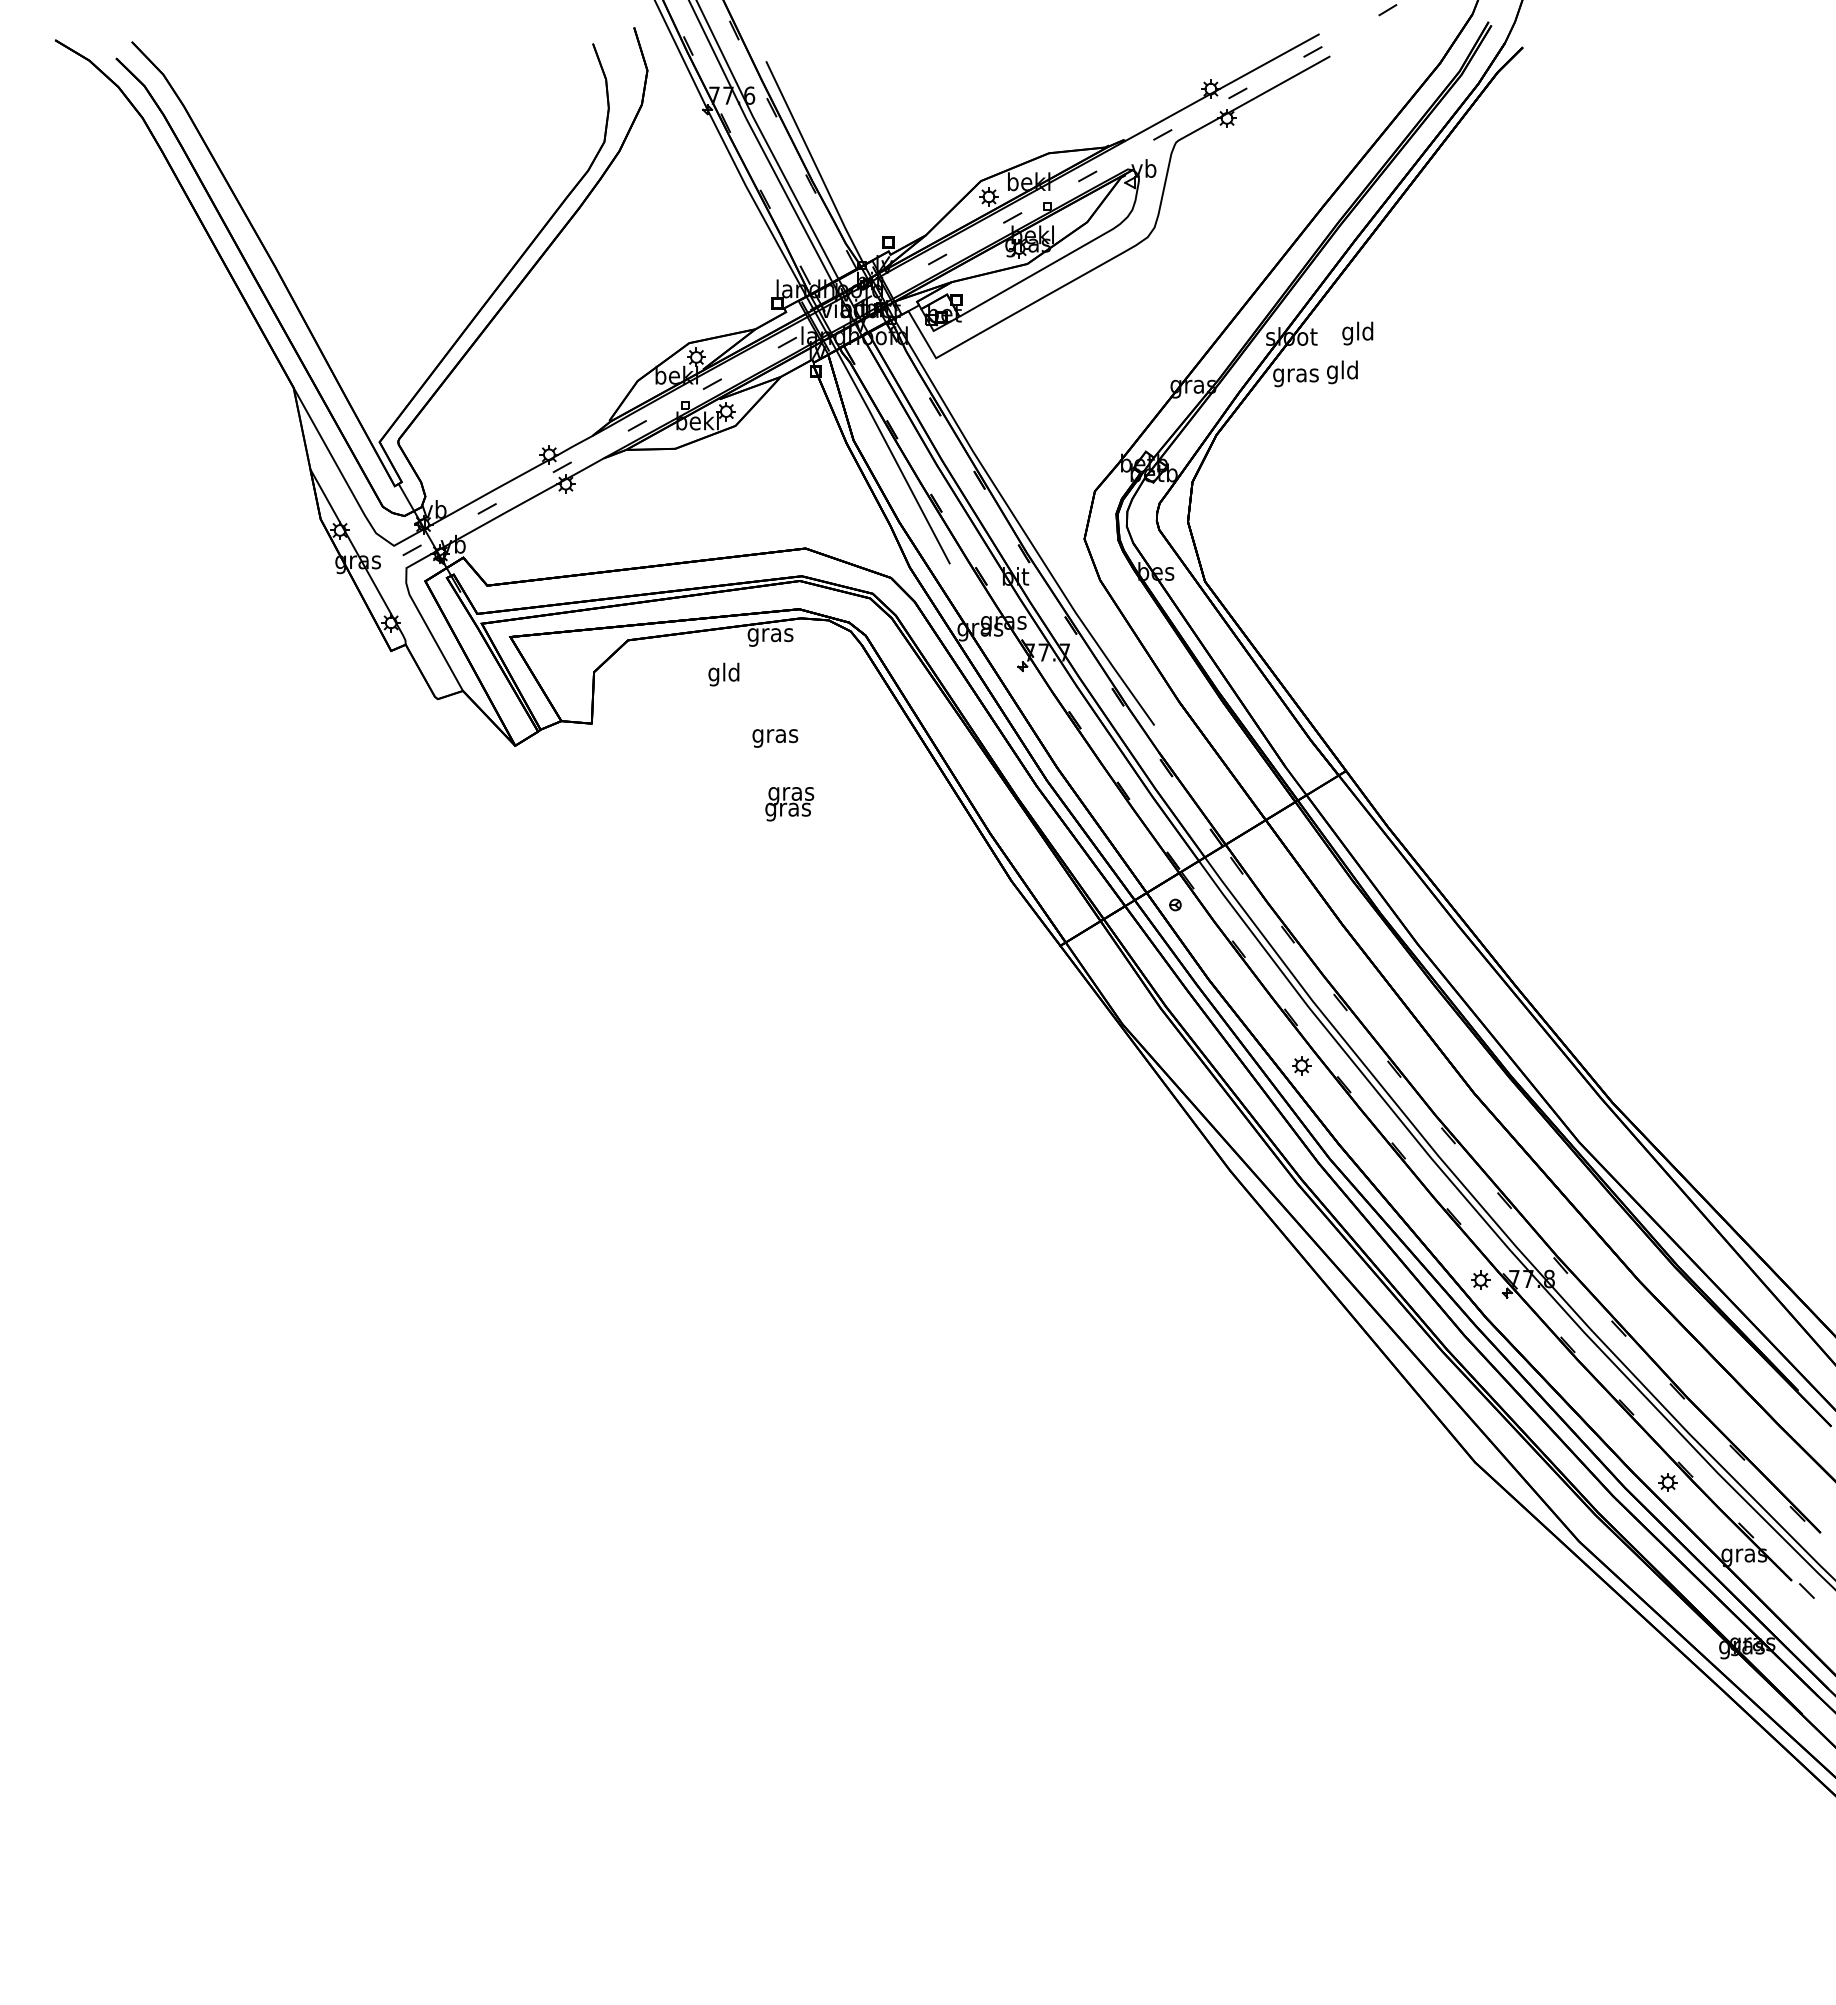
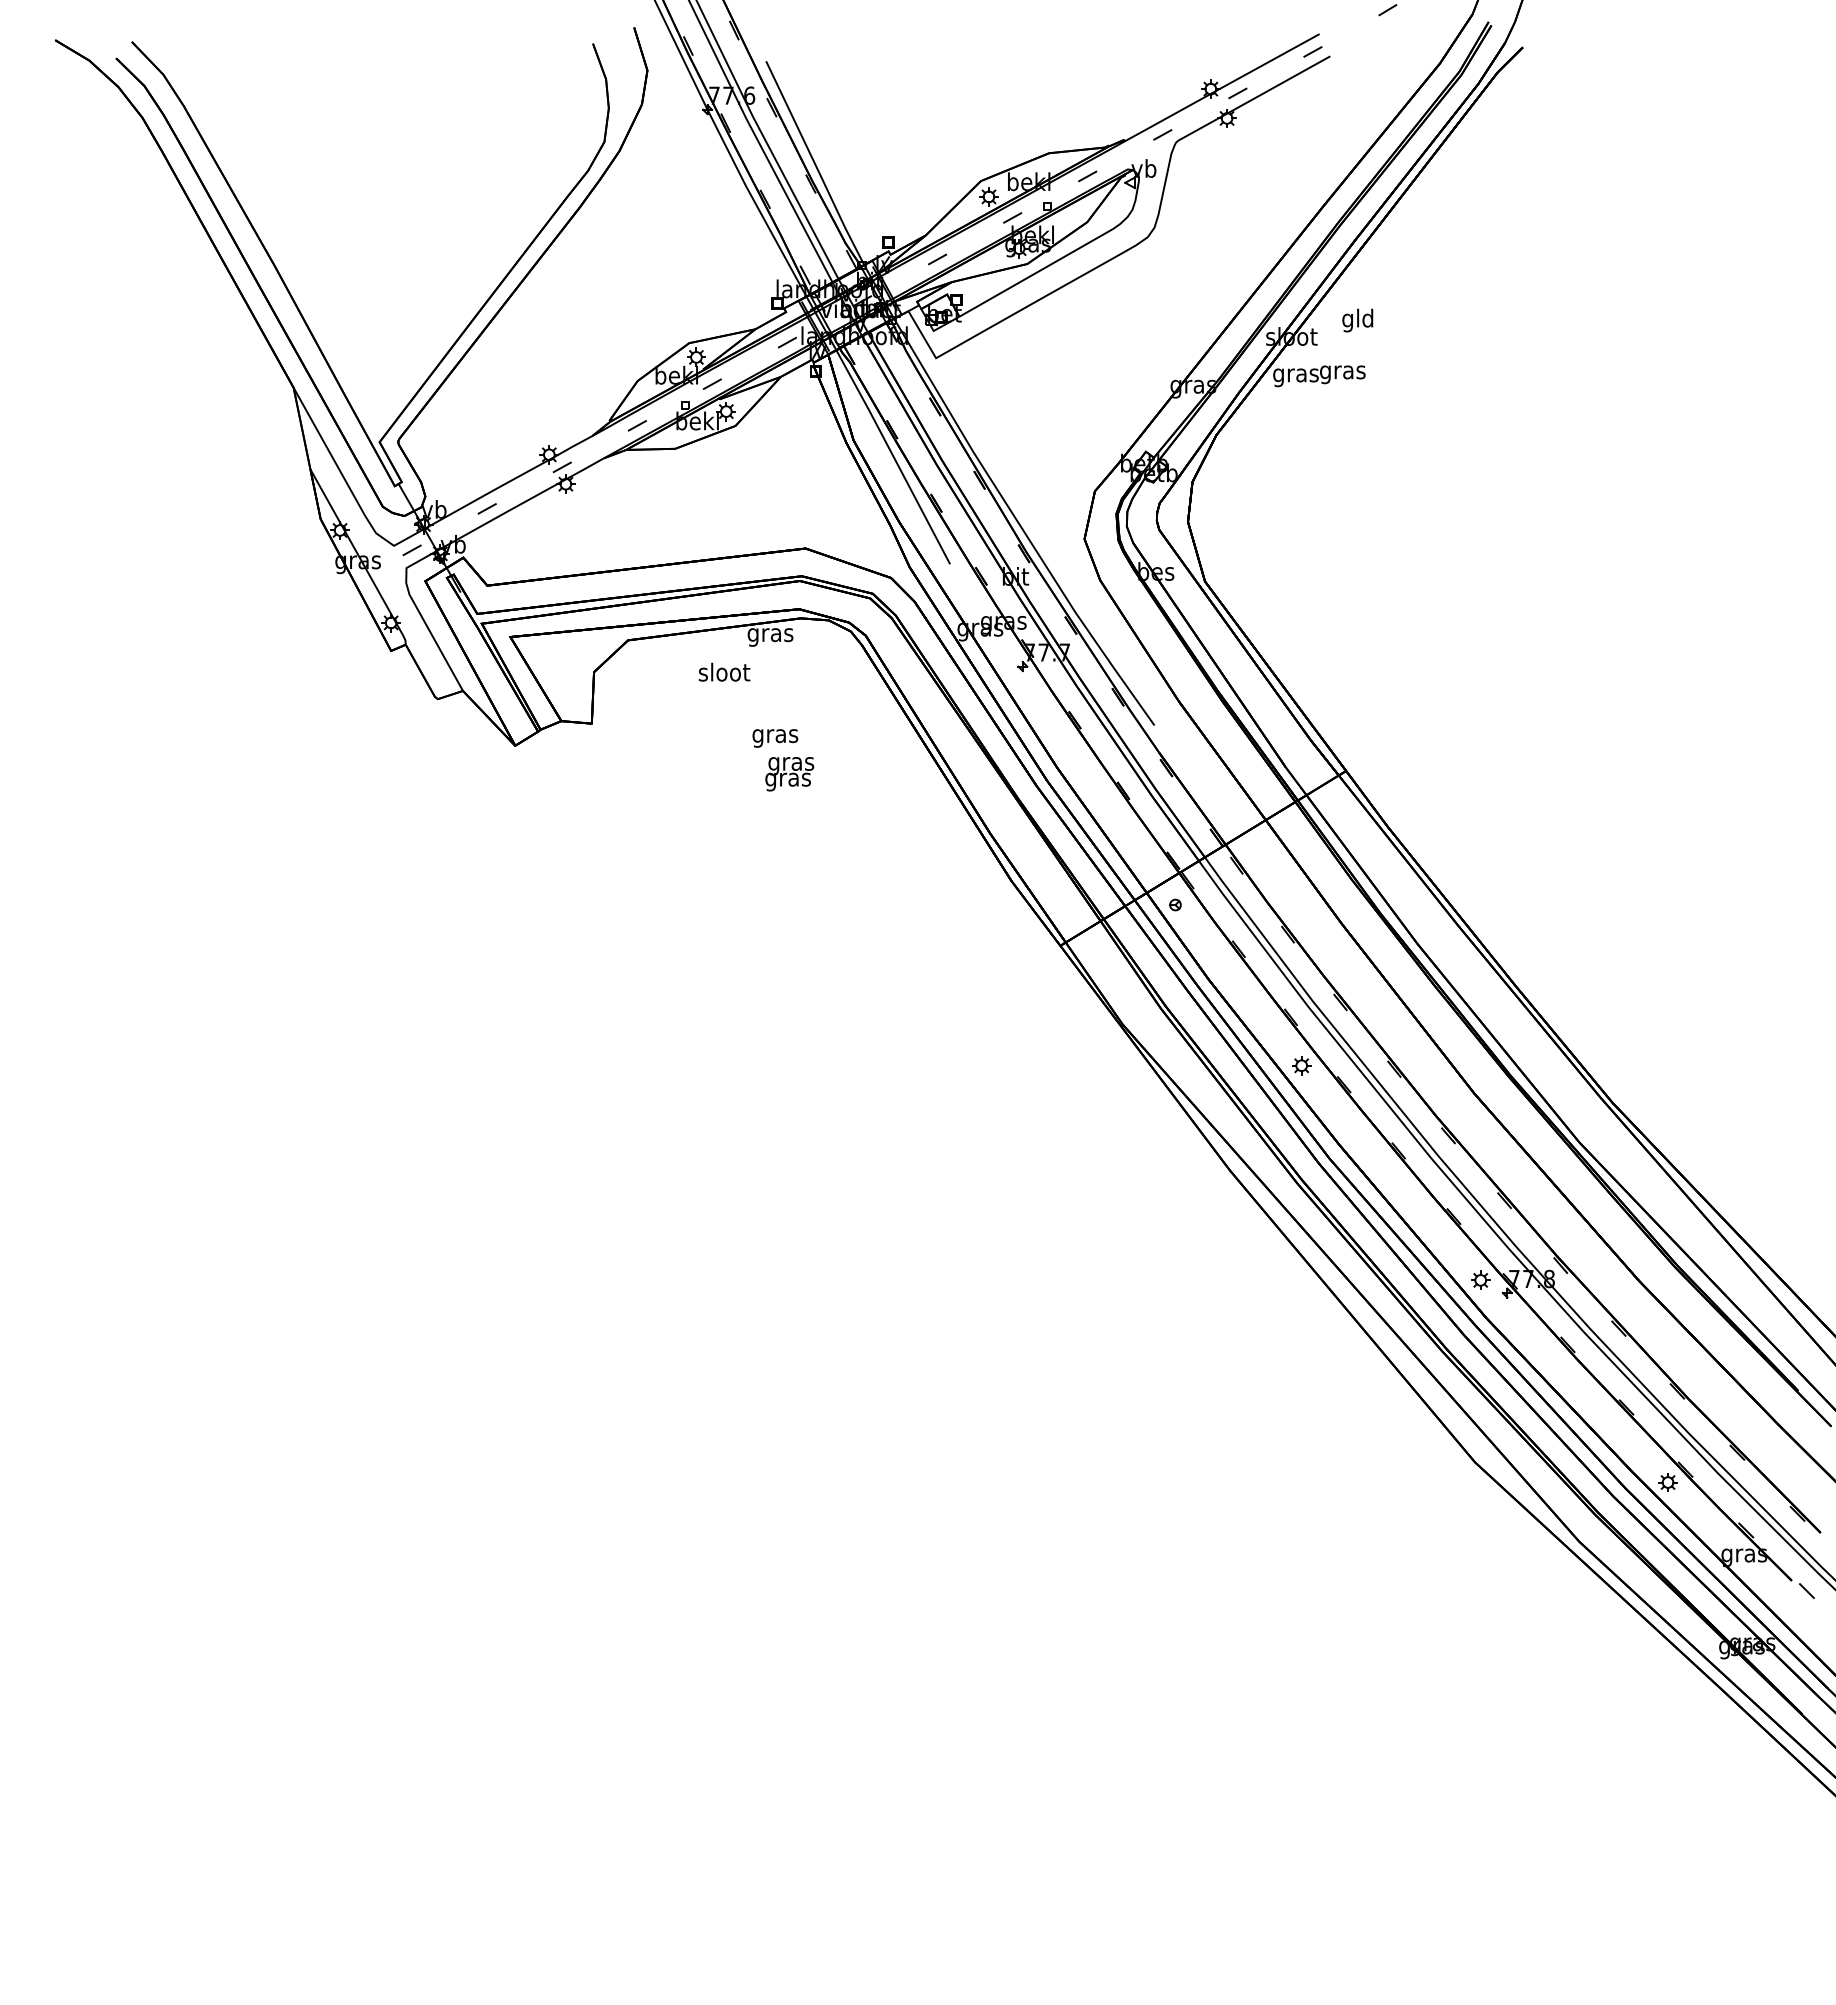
text at (1357, 333) position: (1357, 333) -> (1357, 320)
text at (1342, 372): gld -> gras
text at (724, 674): gld -> sloot
text at (789, 804) position: (789, 804) -> (789, 774)
